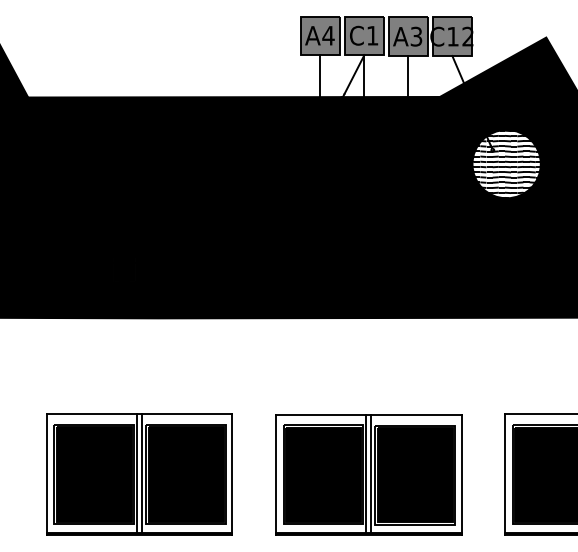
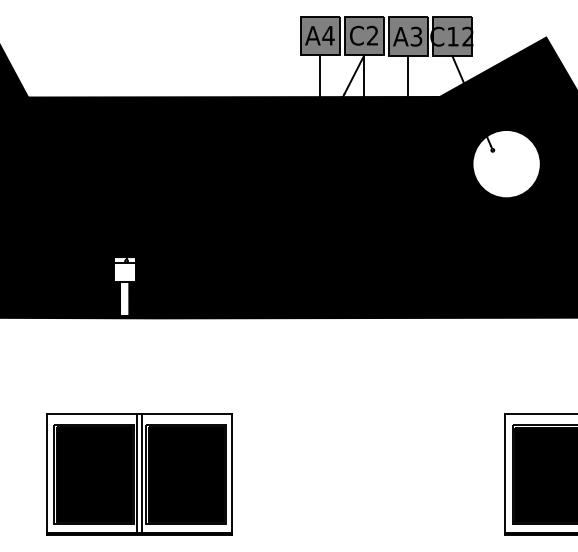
text at (372, 35): C1 -> C2
hatch at (506, 164): present -> none
fill at (124, 286): present -> none
part at (368, 474): present -> none
